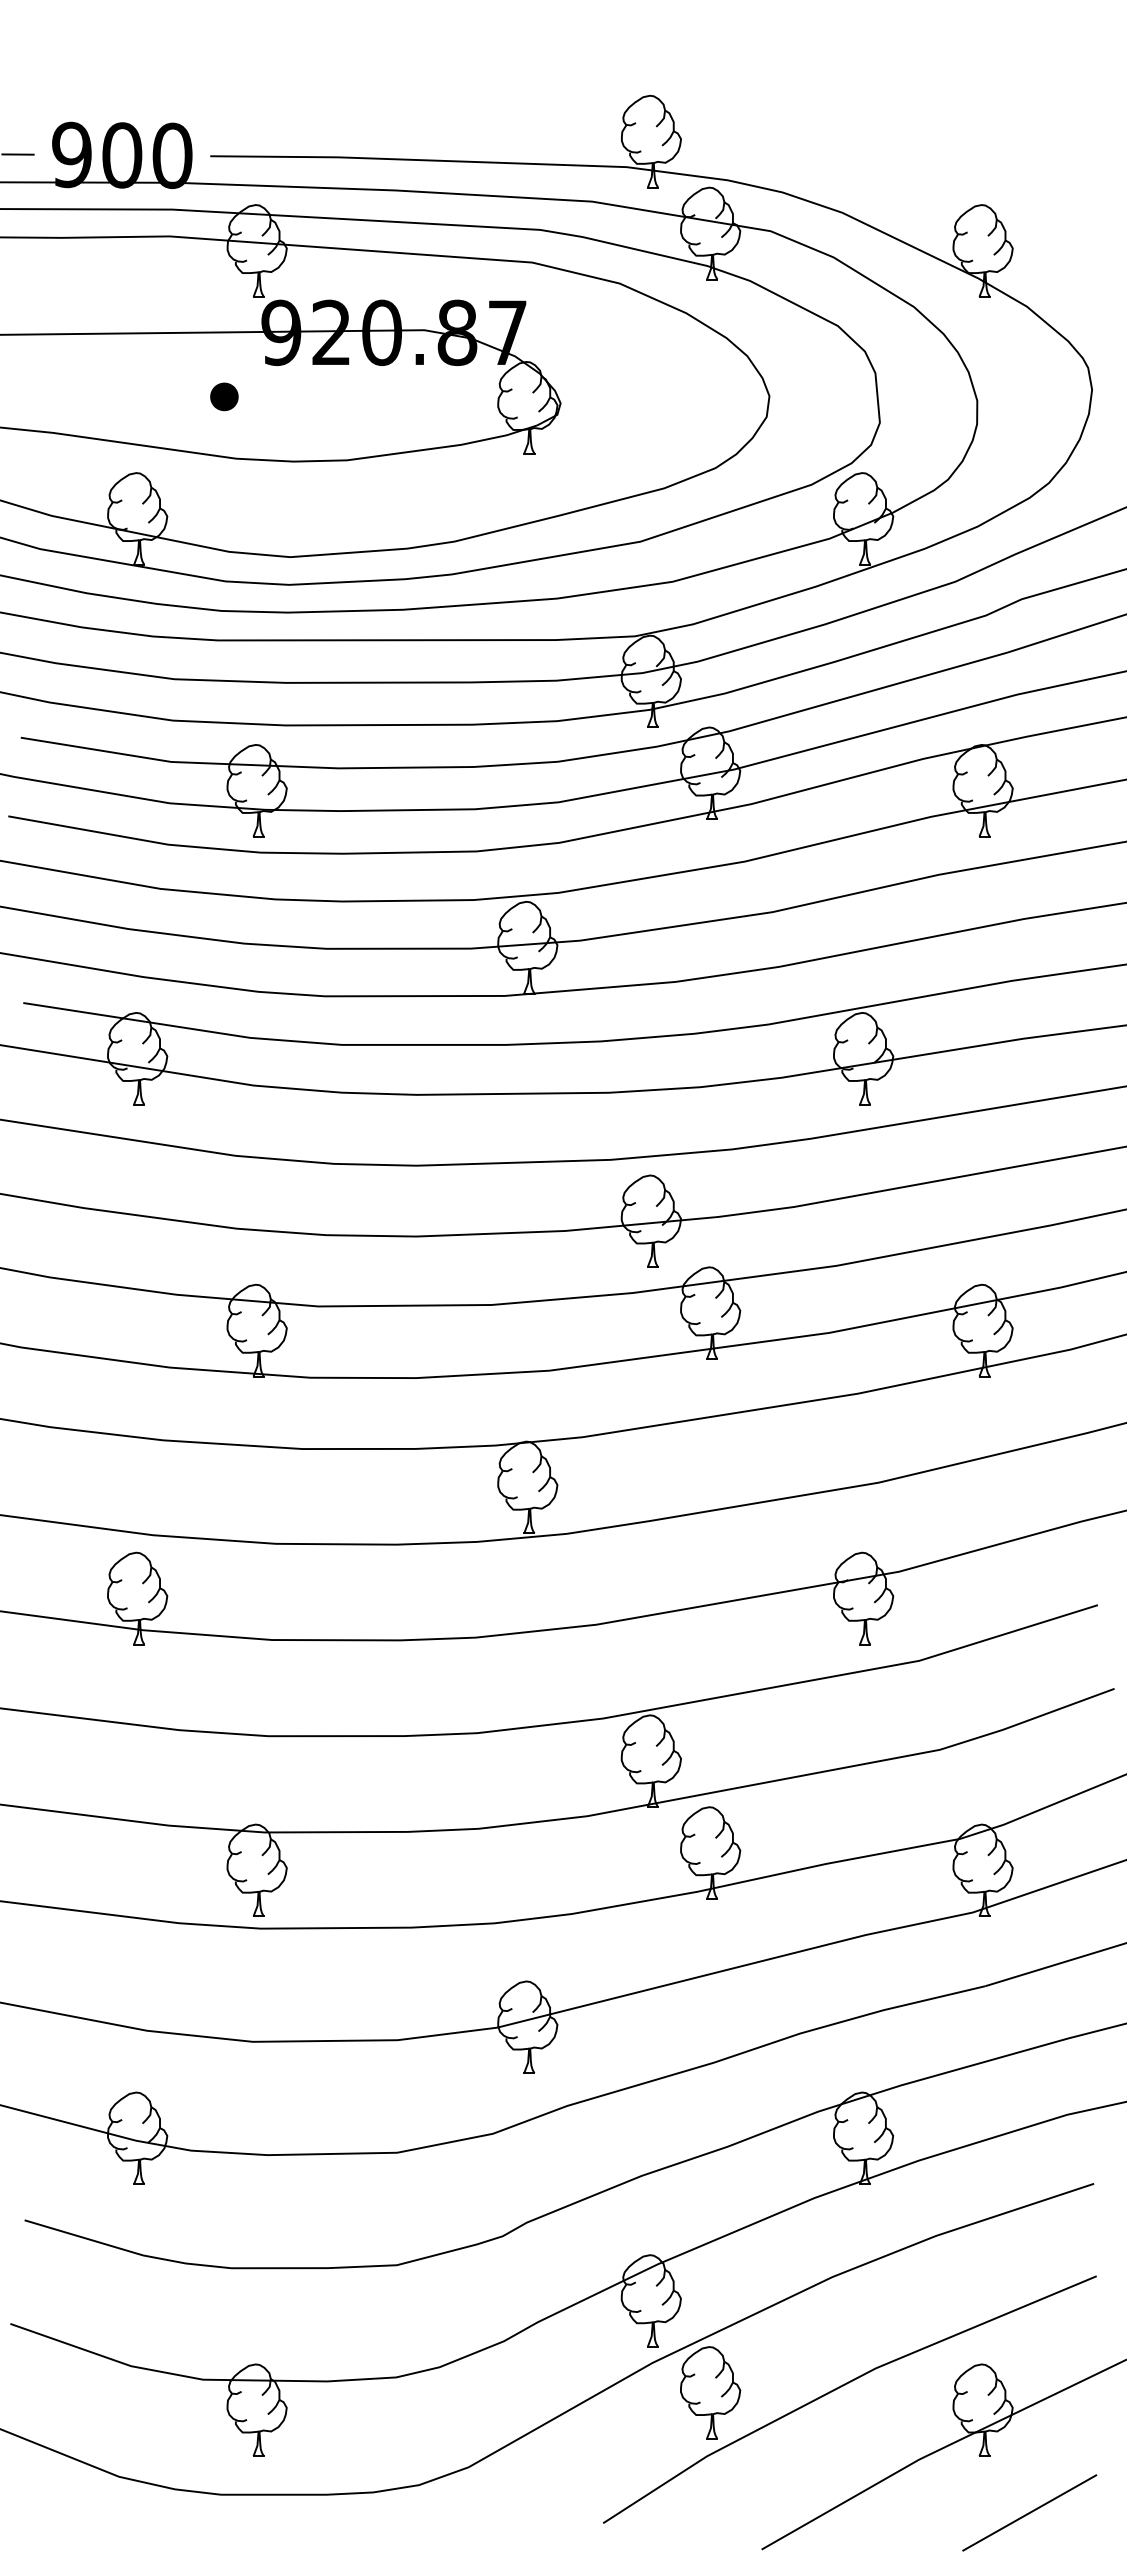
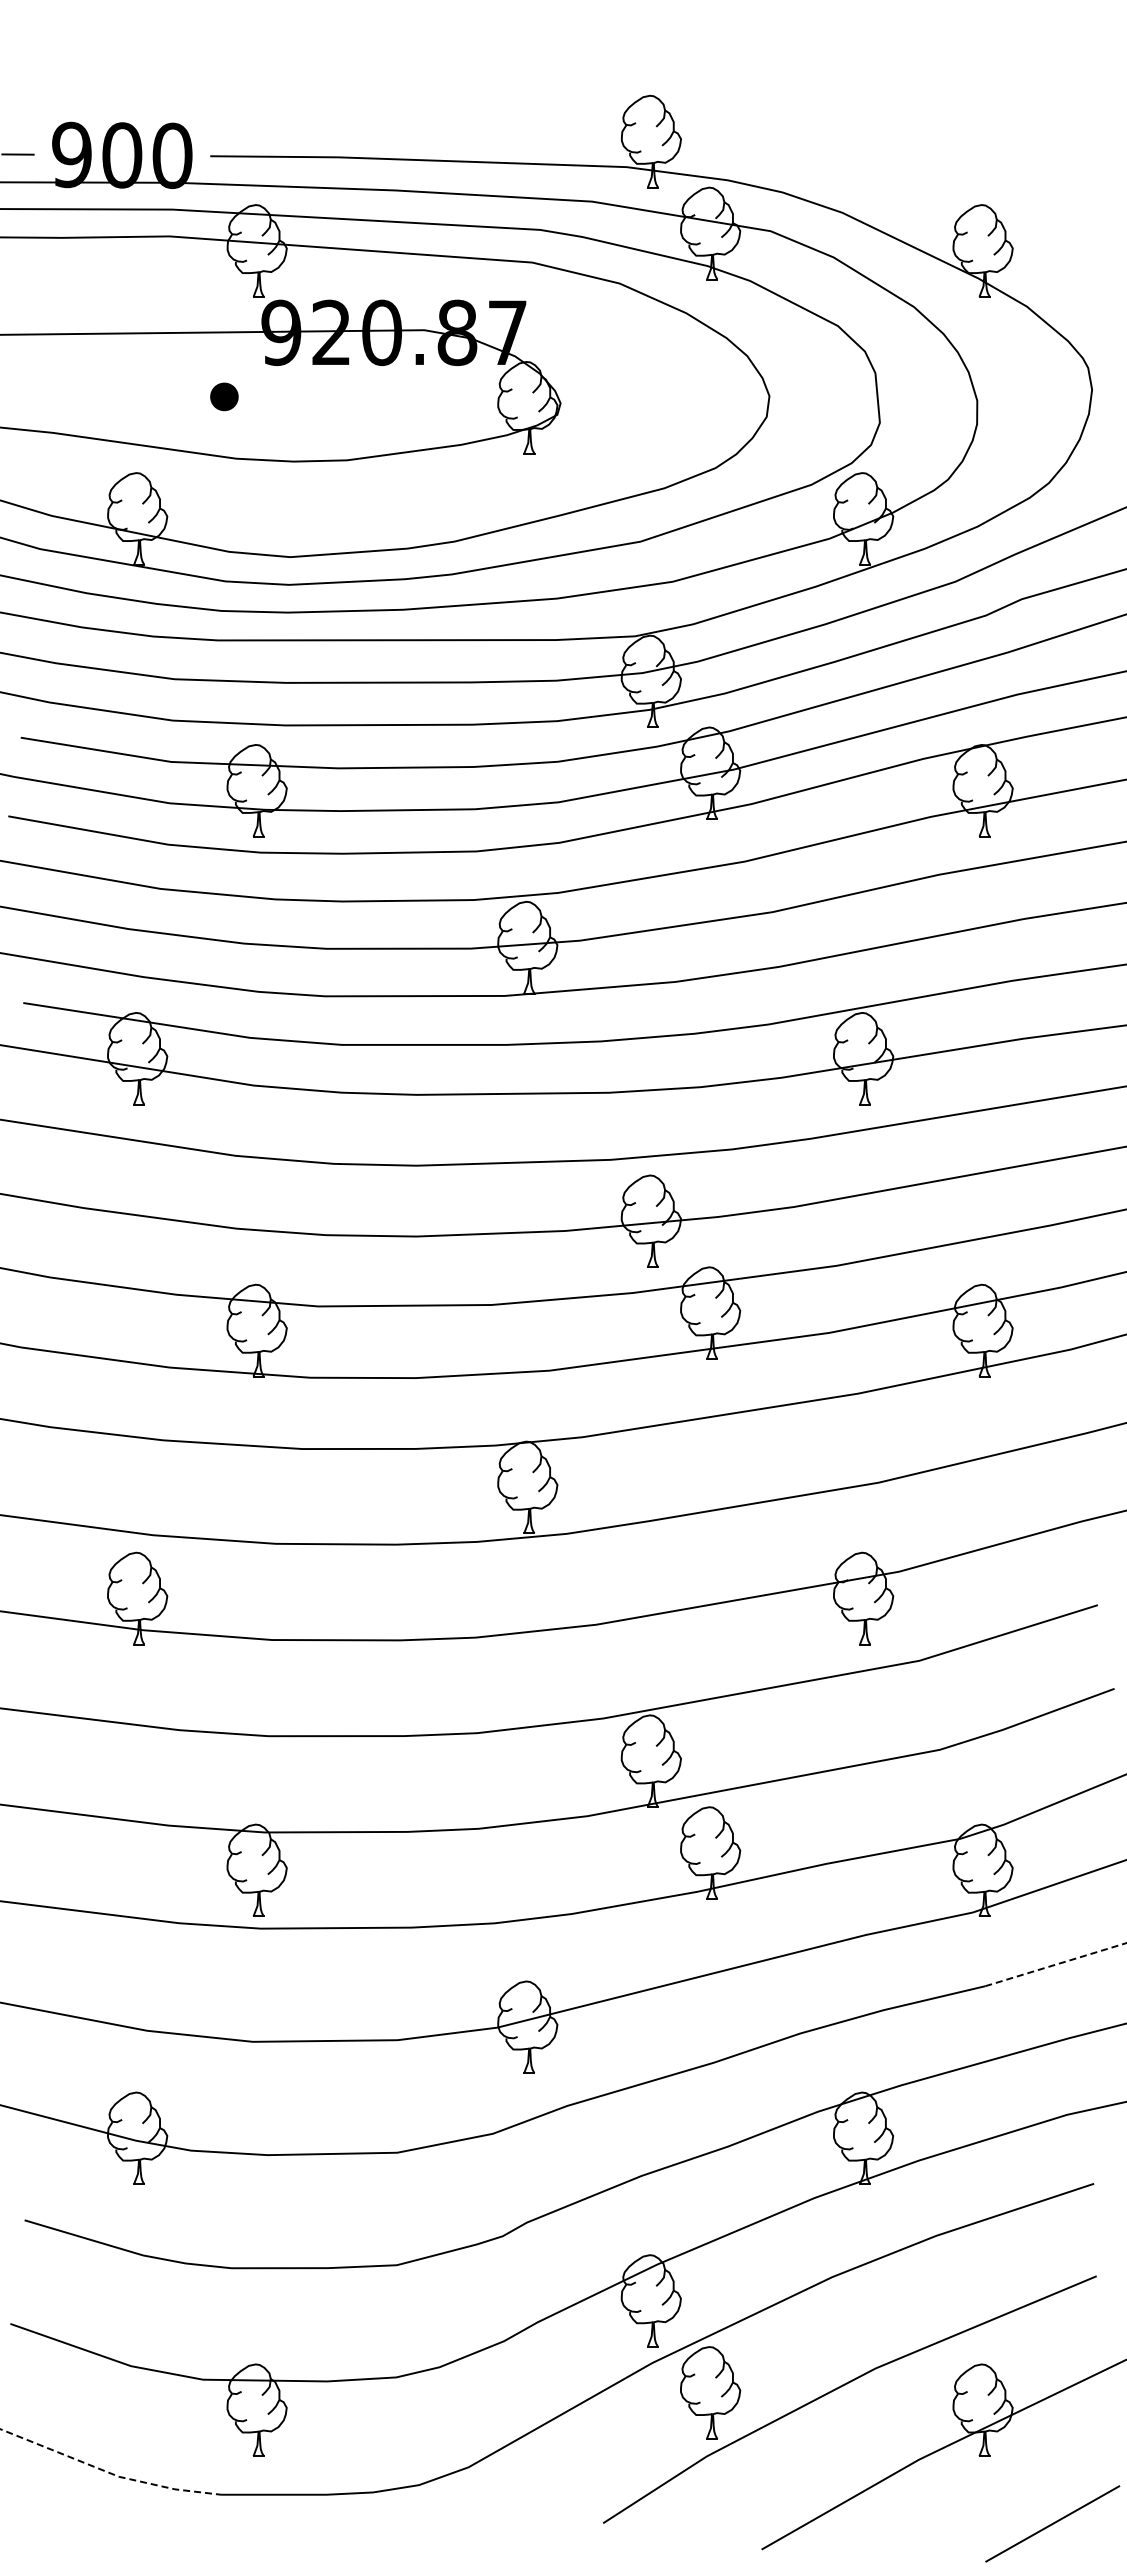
line at (1056, 1964): solid -> dashed
line at (109, 2473): solid -> dashed
line at (1029, 2512) position: (1029, 2512) -> (1052, 2523)
